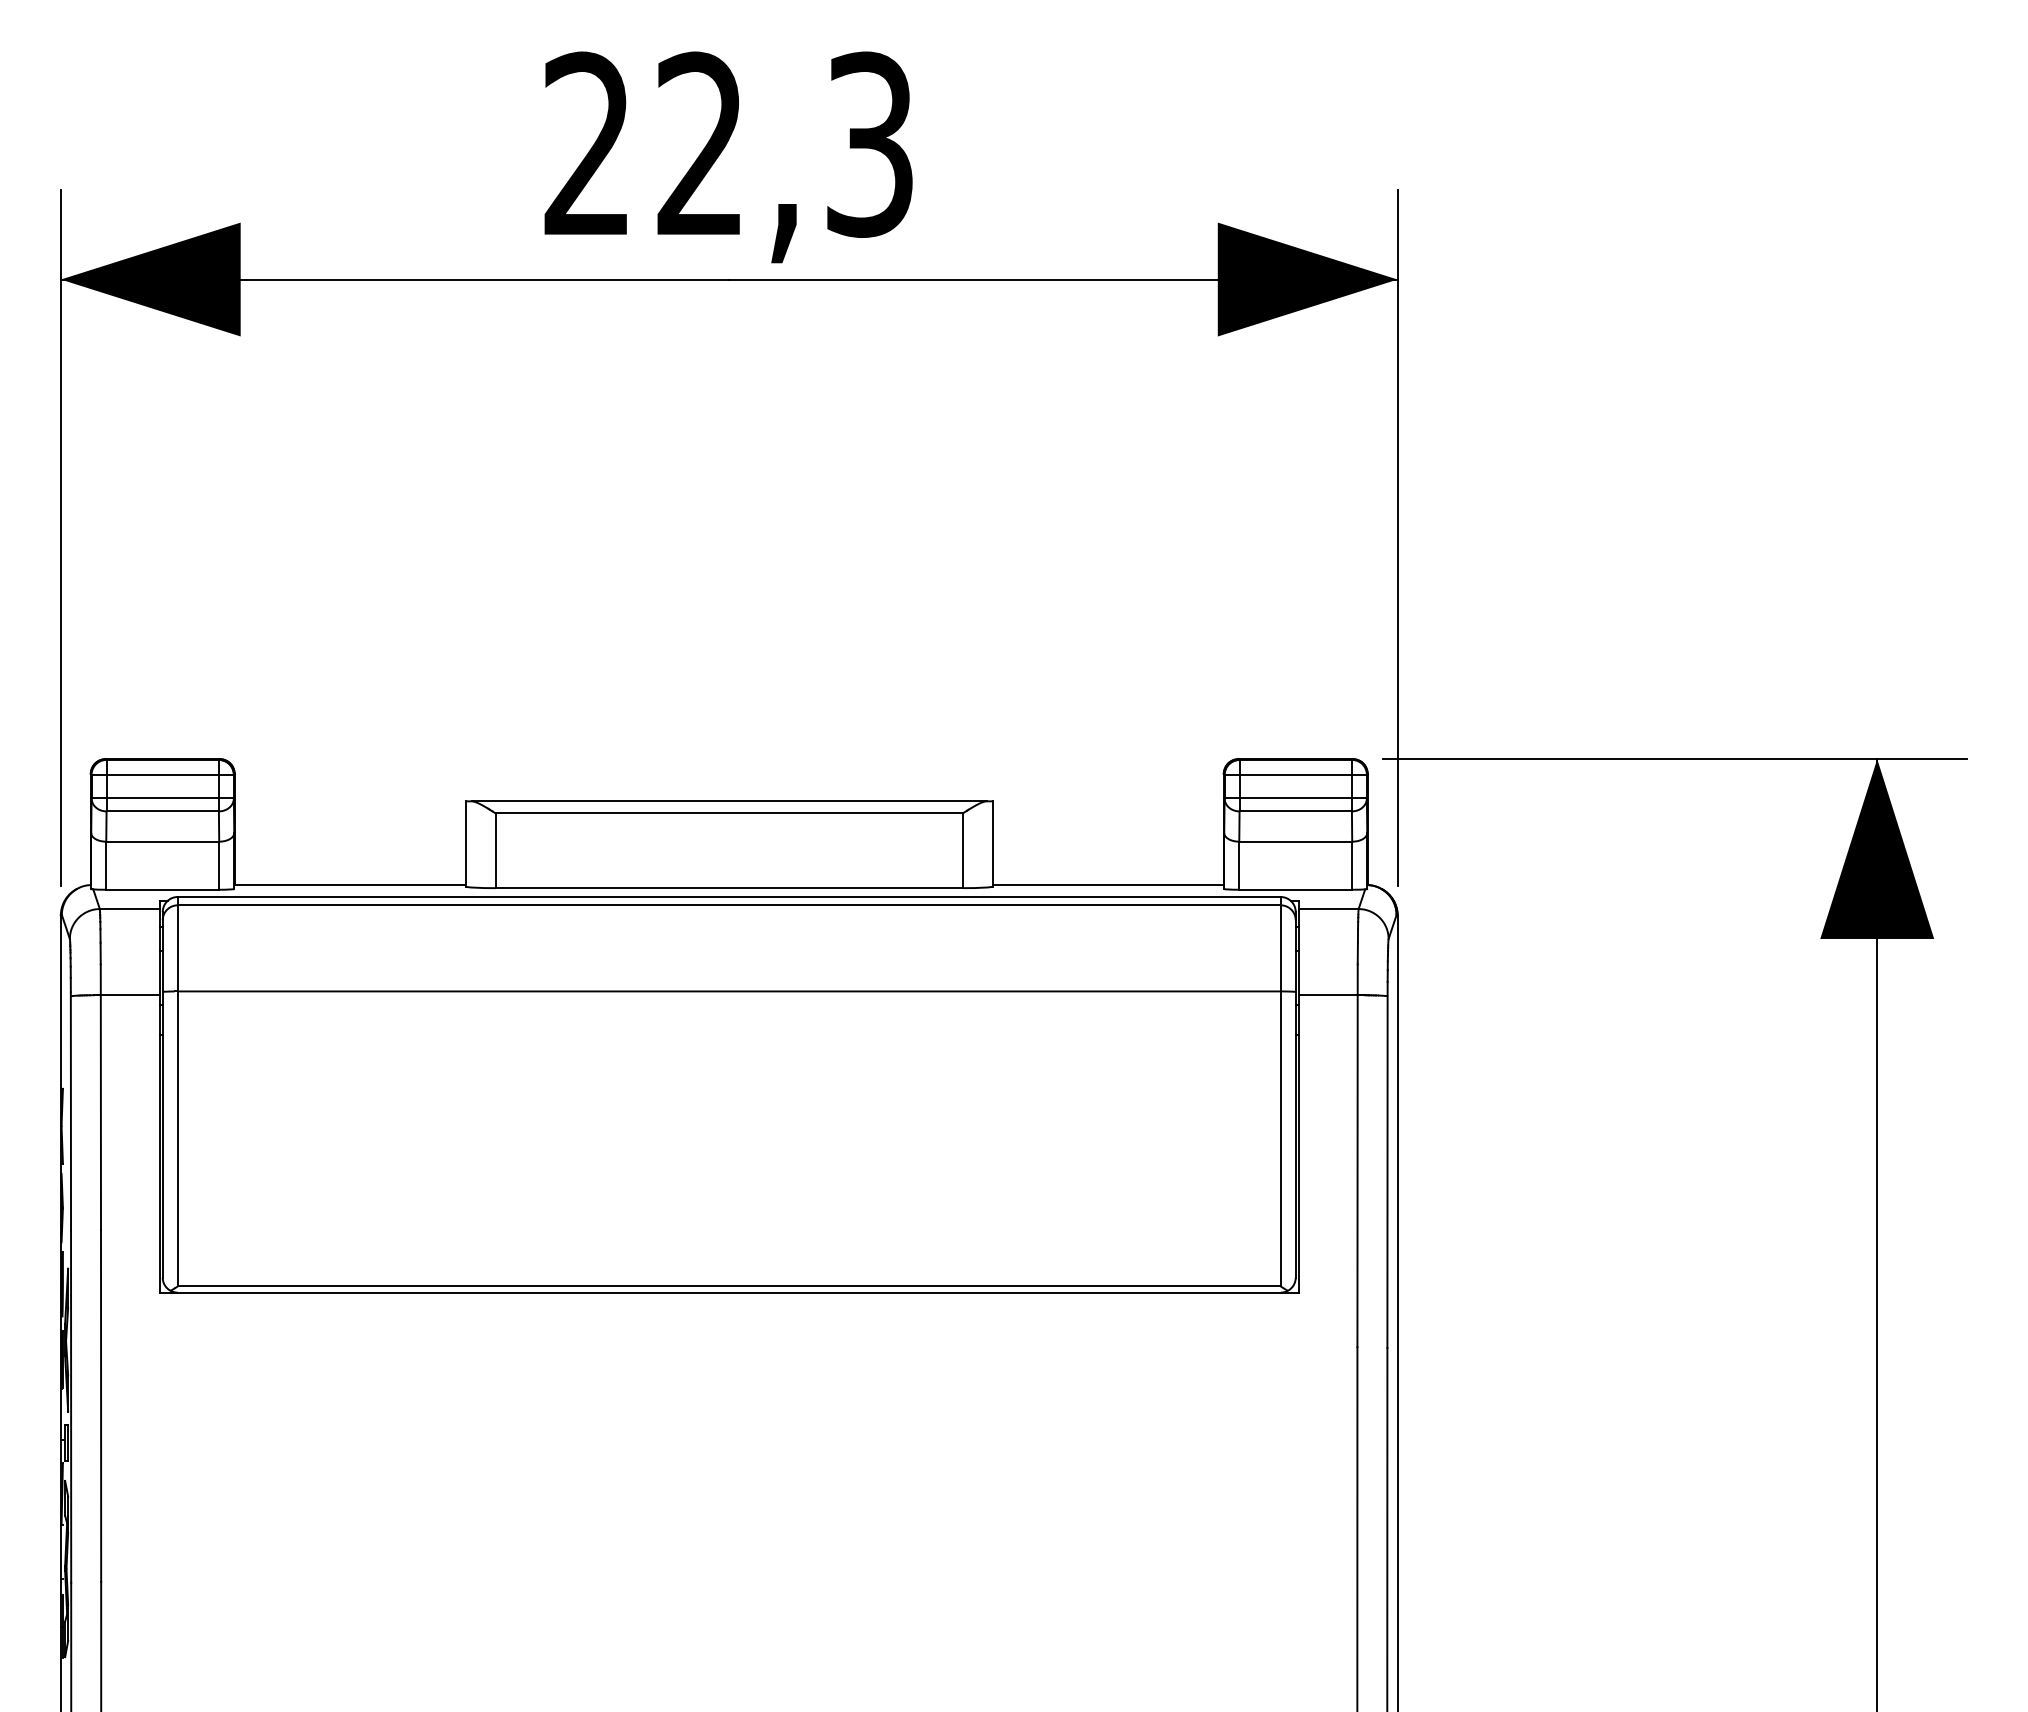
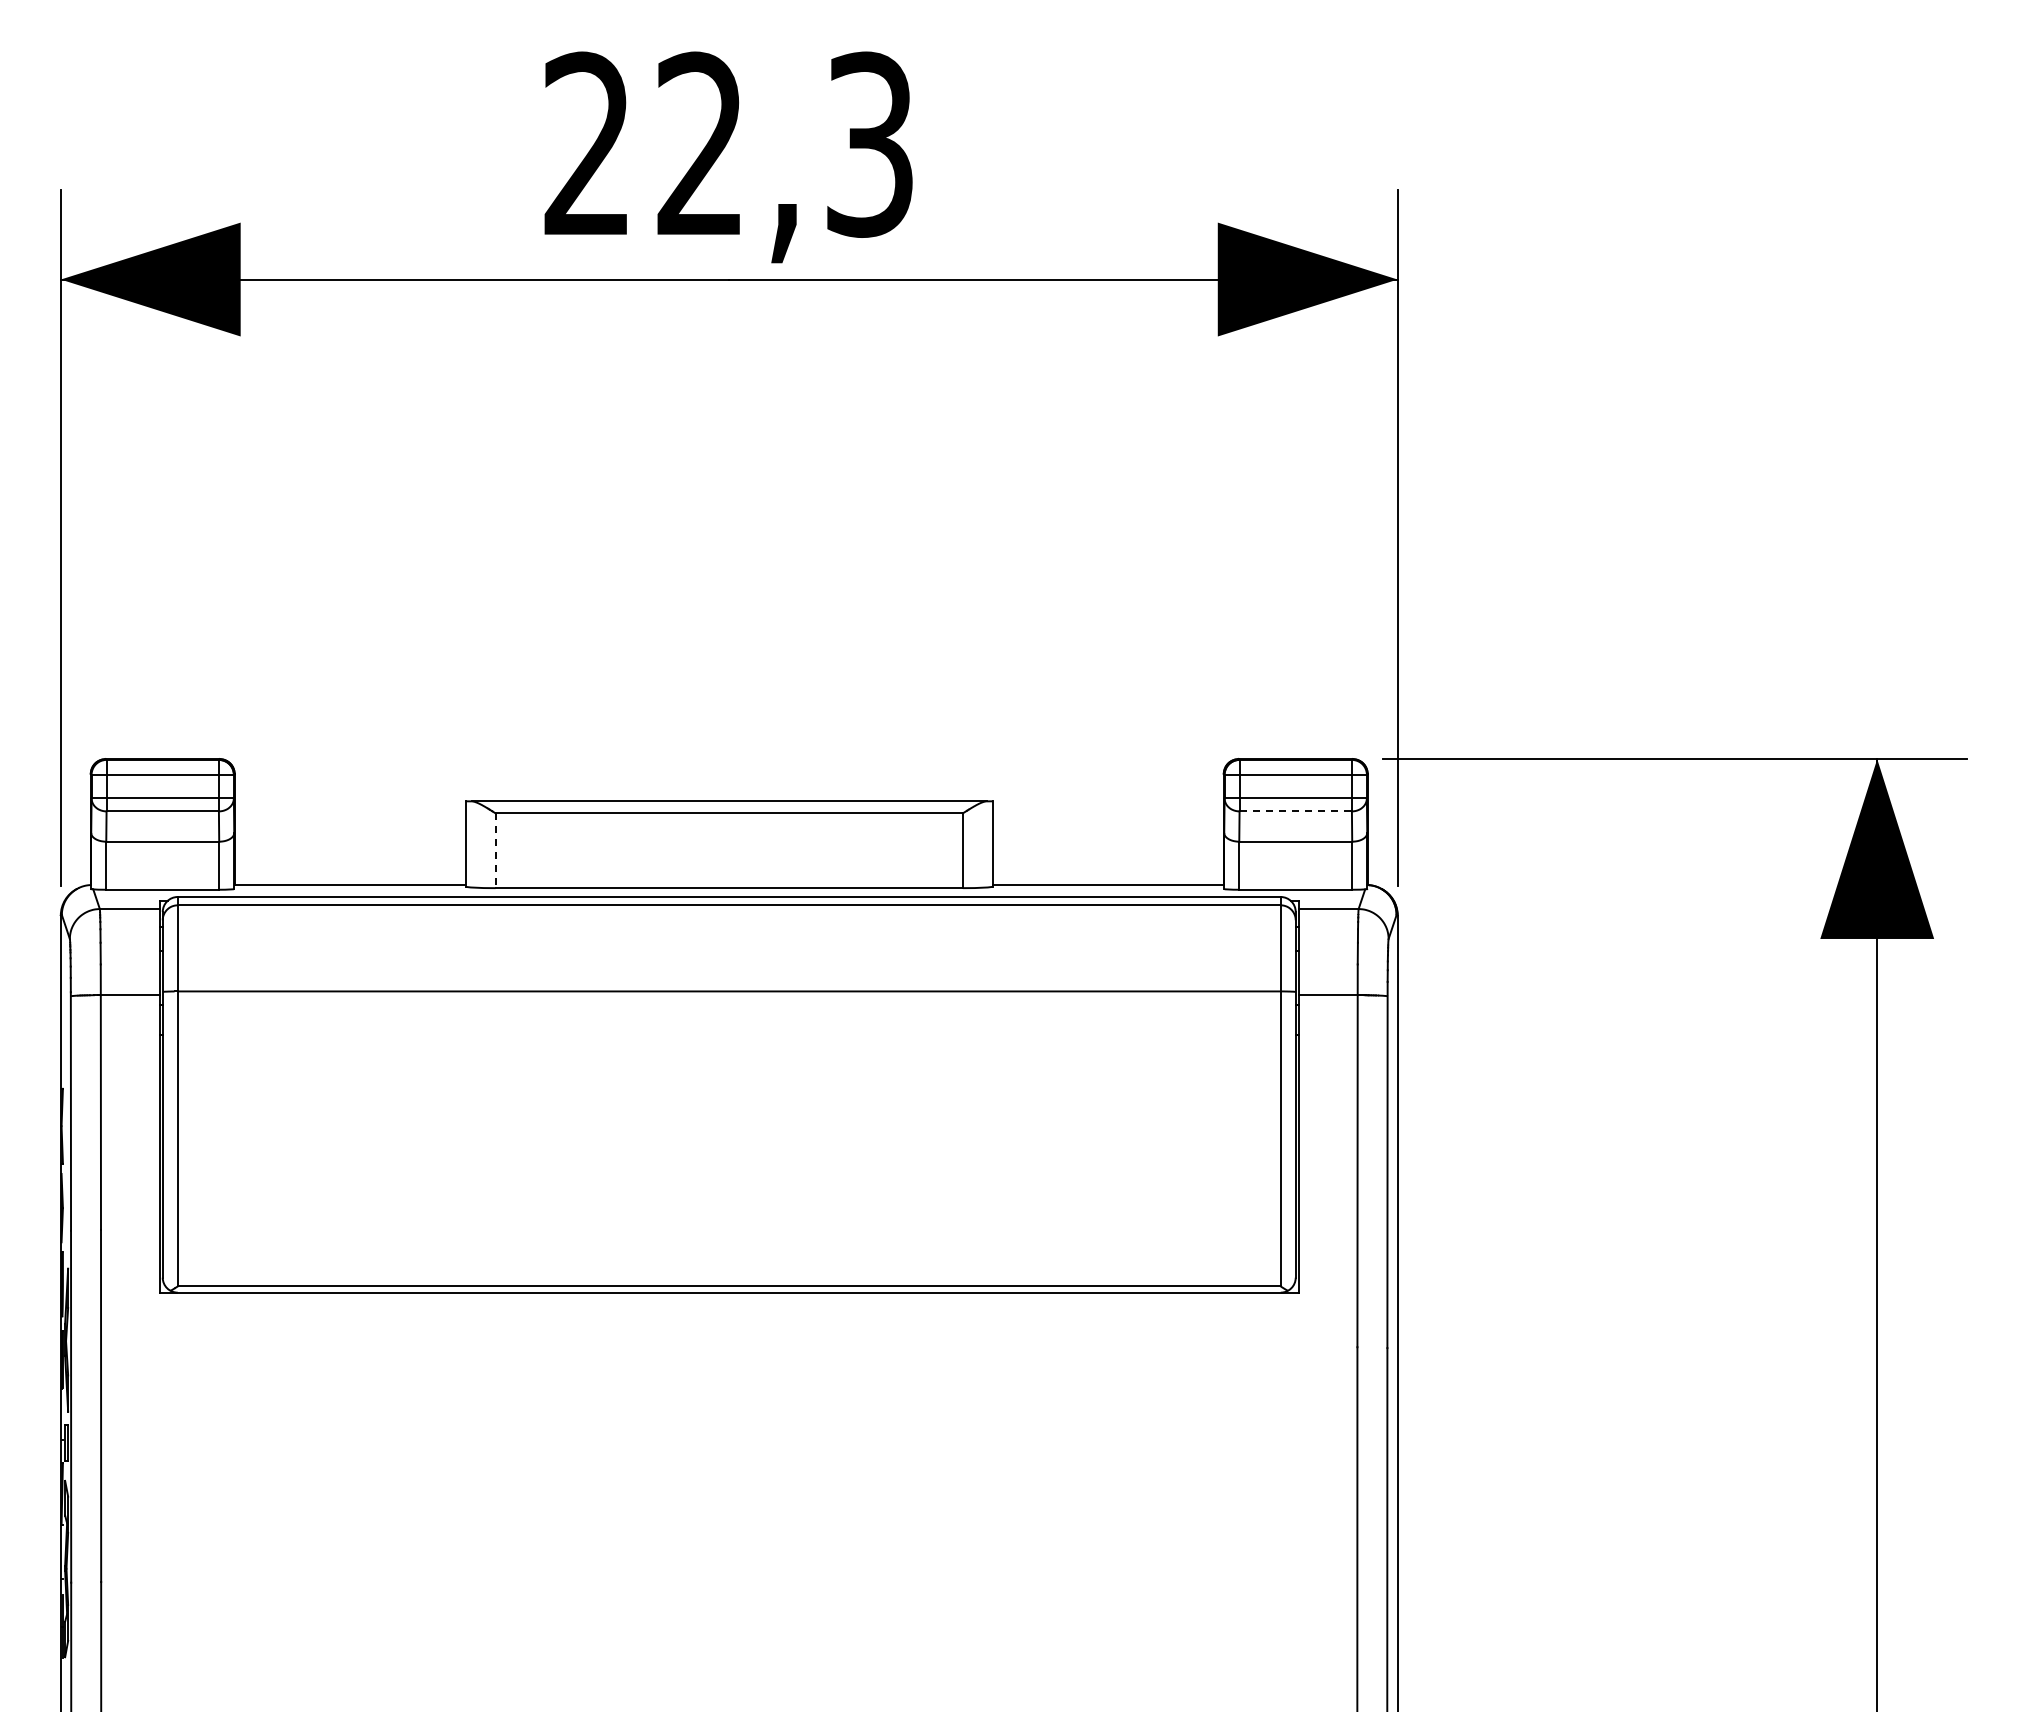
line at (1296, 811): solid -> dashed
line at (495, 851): solid -> dashed
